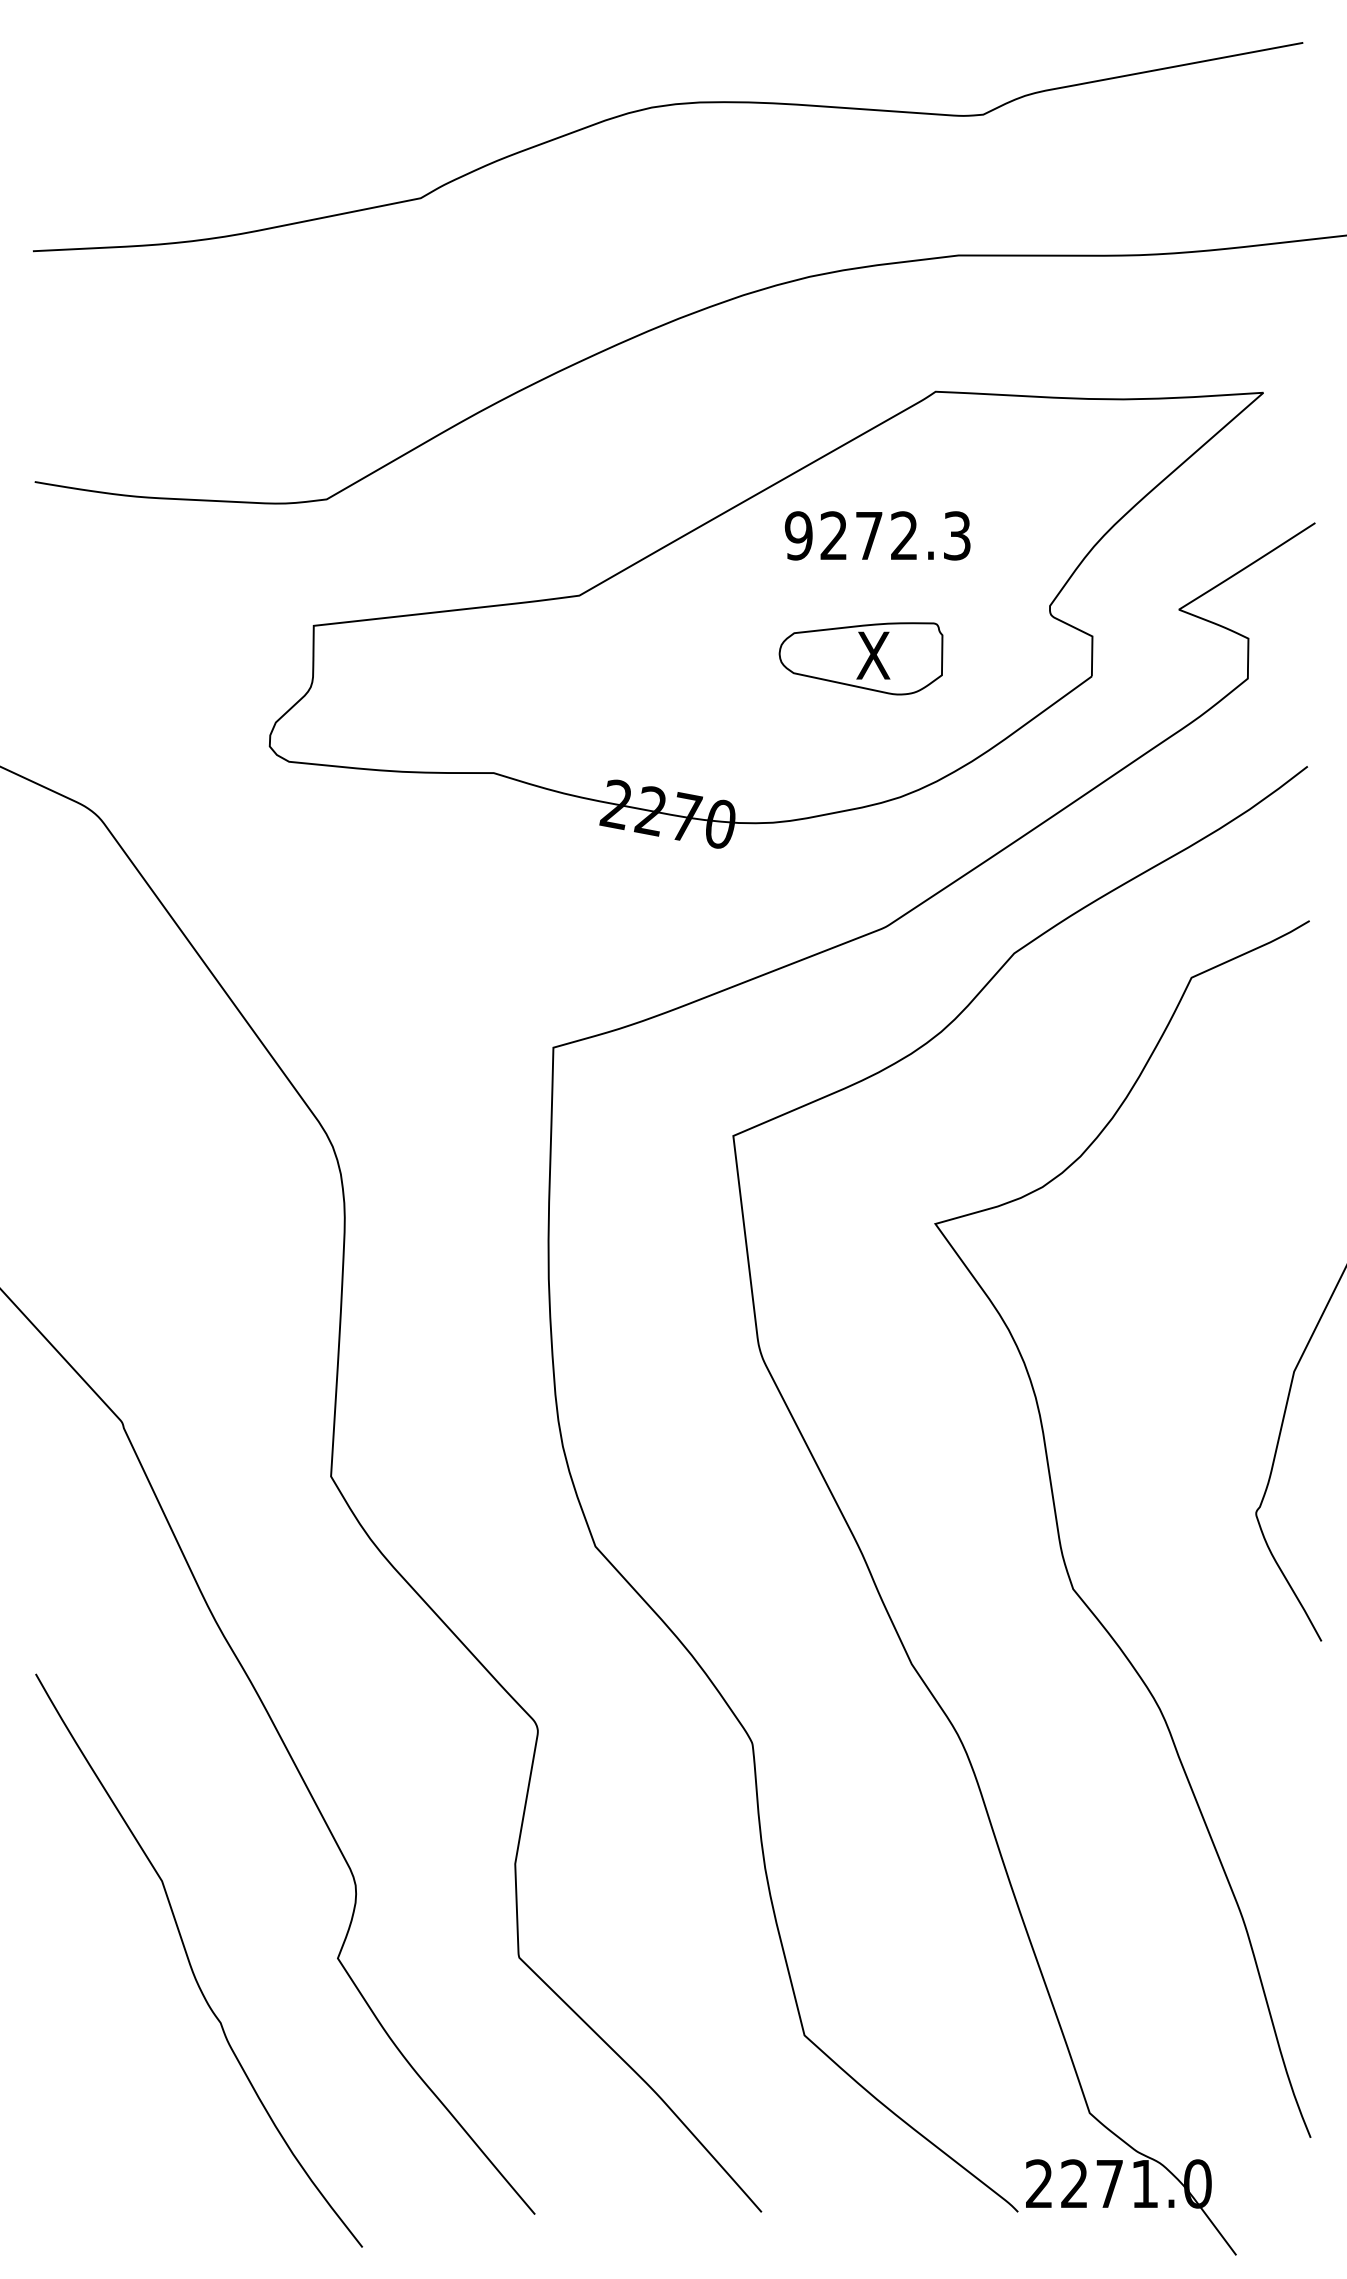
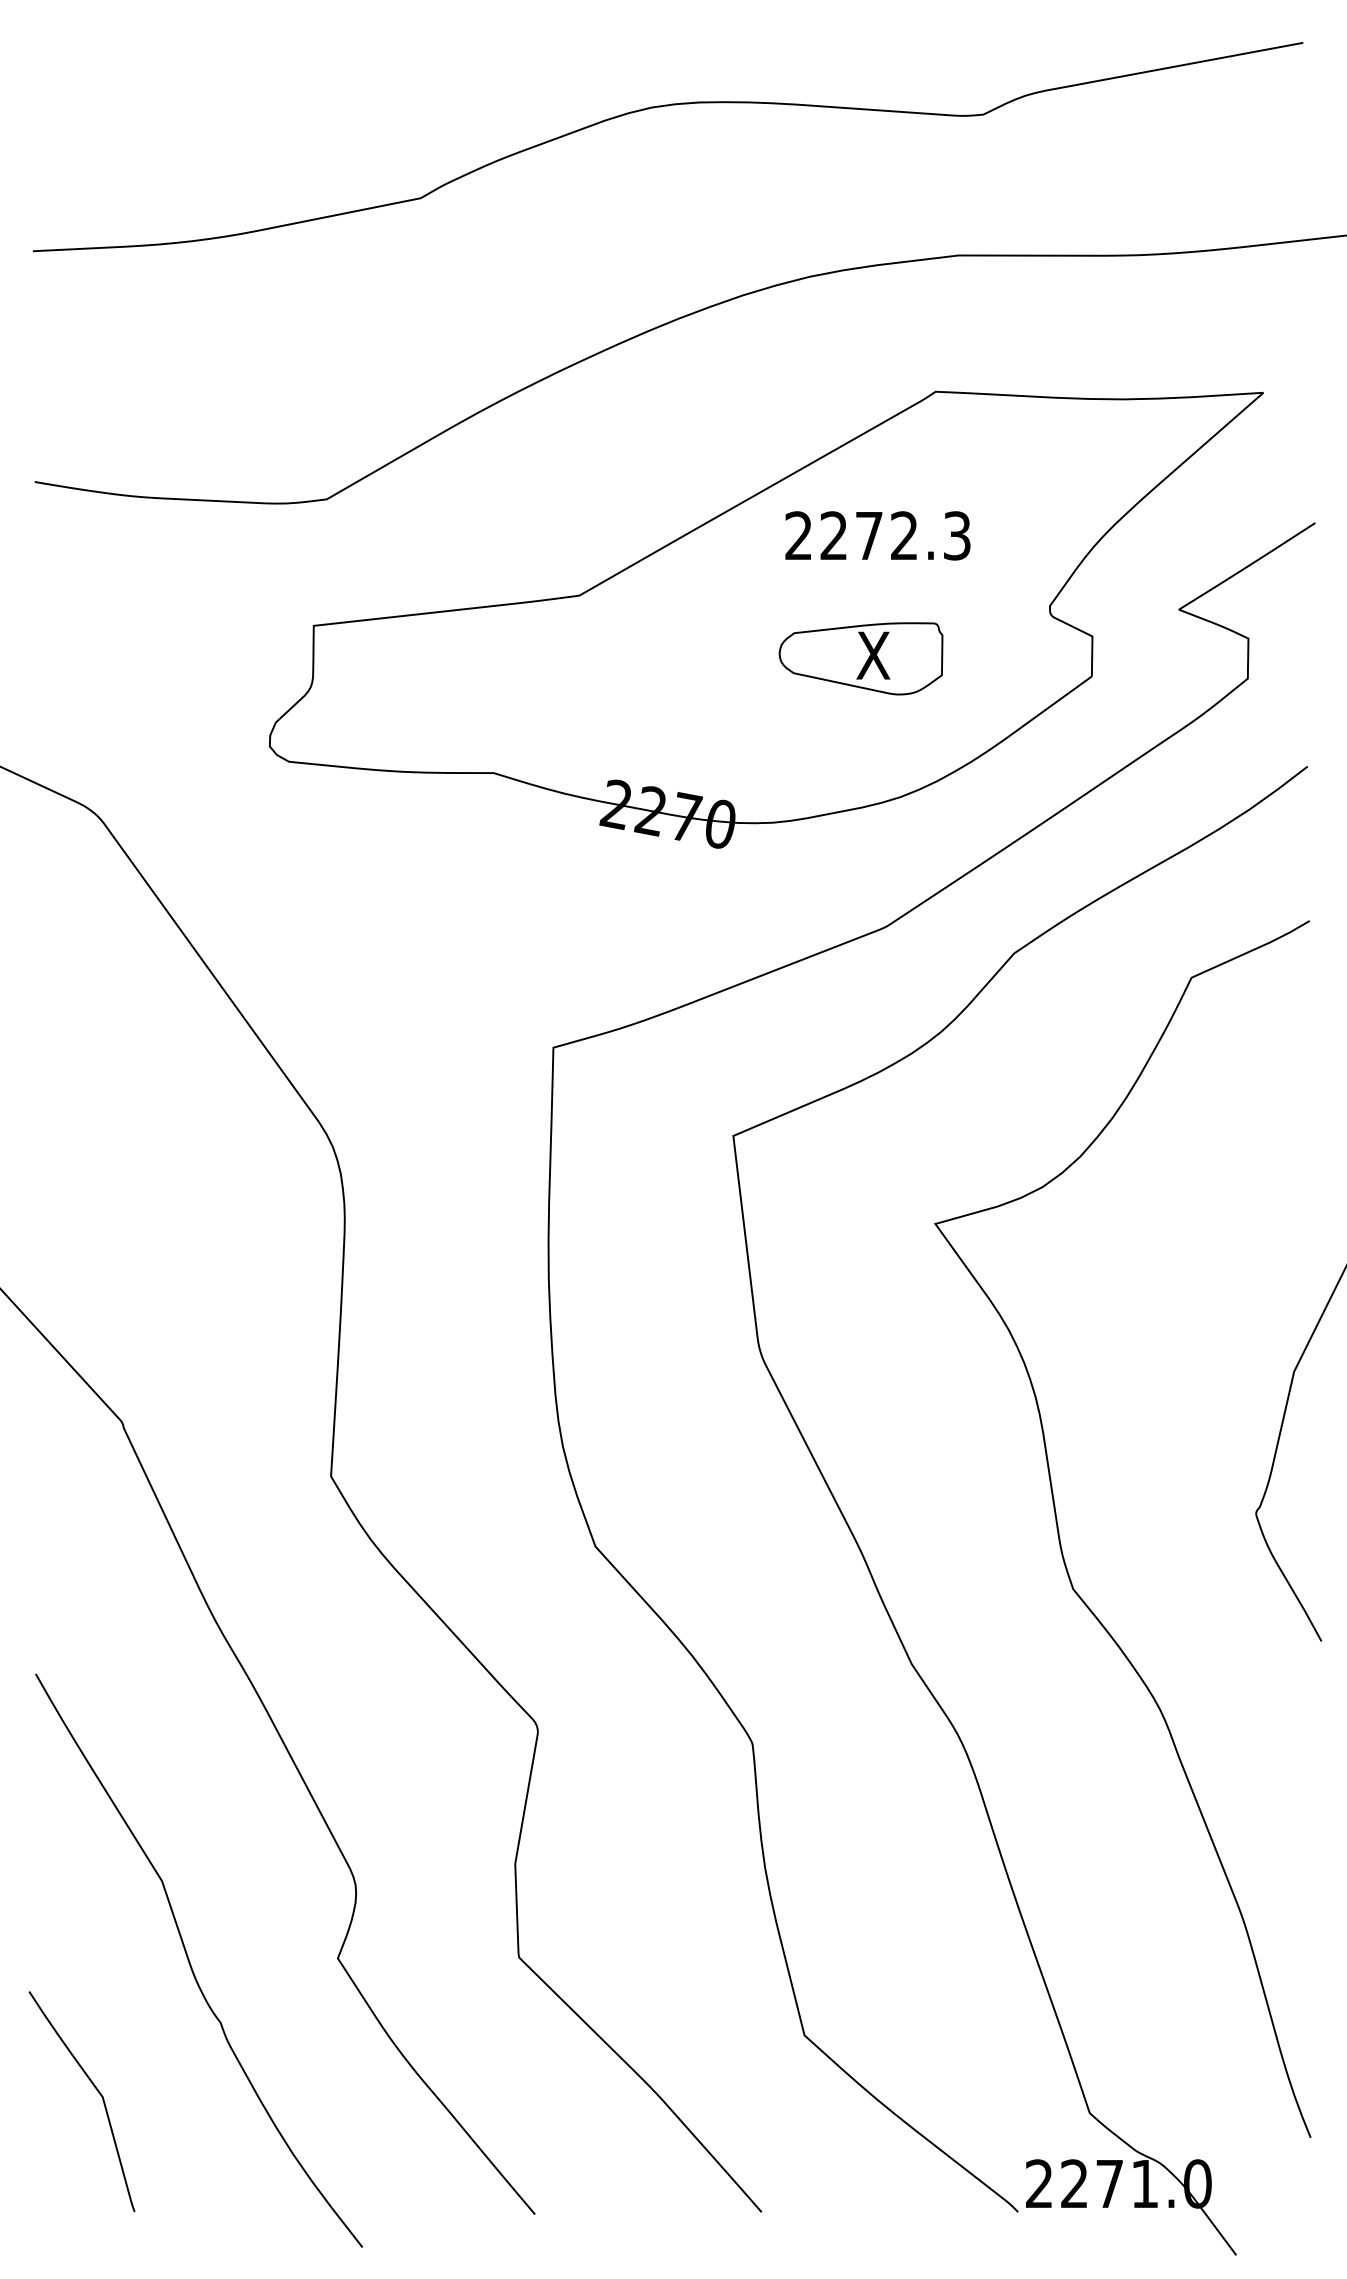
text at (798, 535): 9272.3 -> 2272.3
curve at (96, 2090): none -> present
